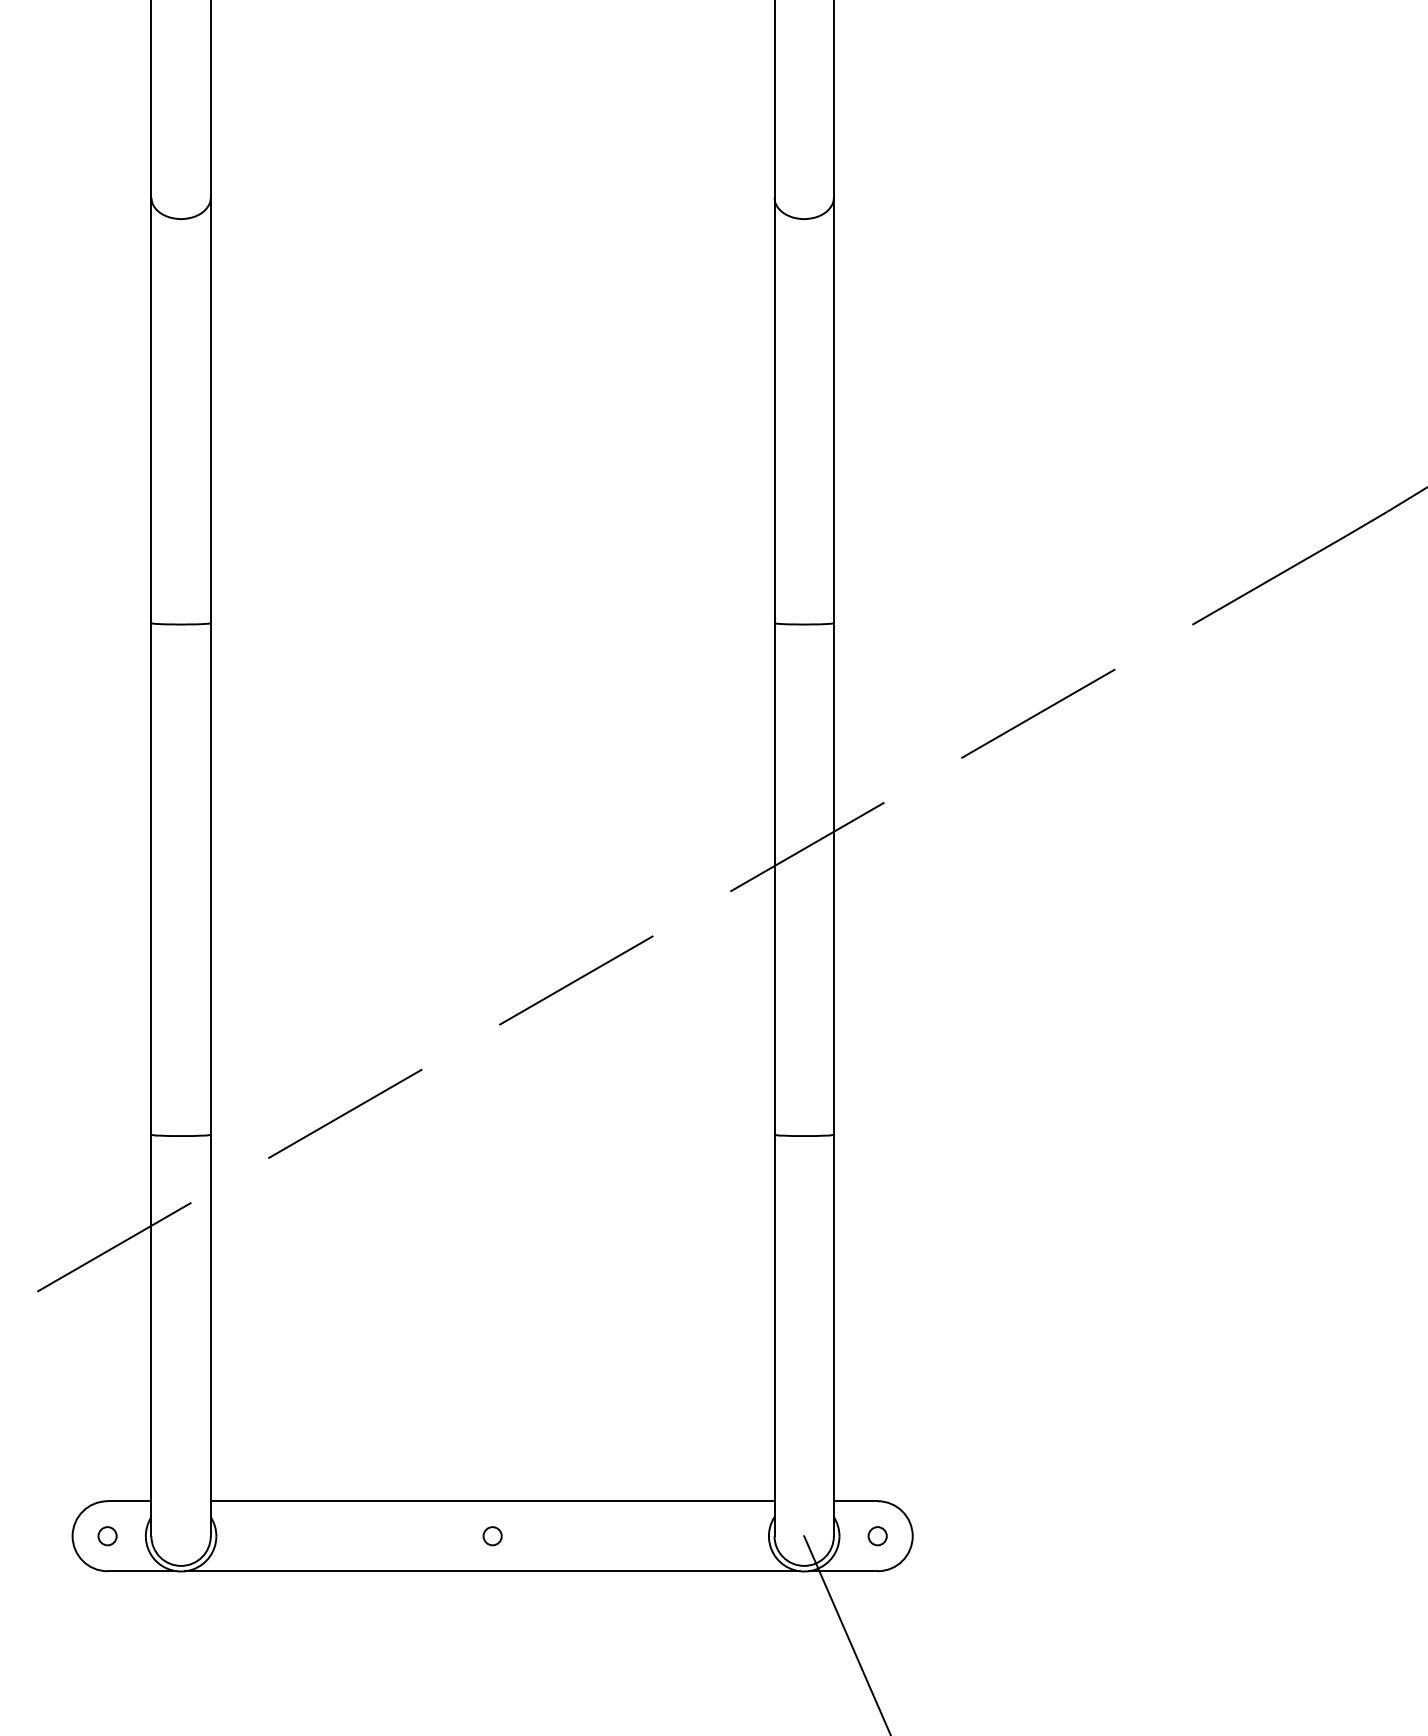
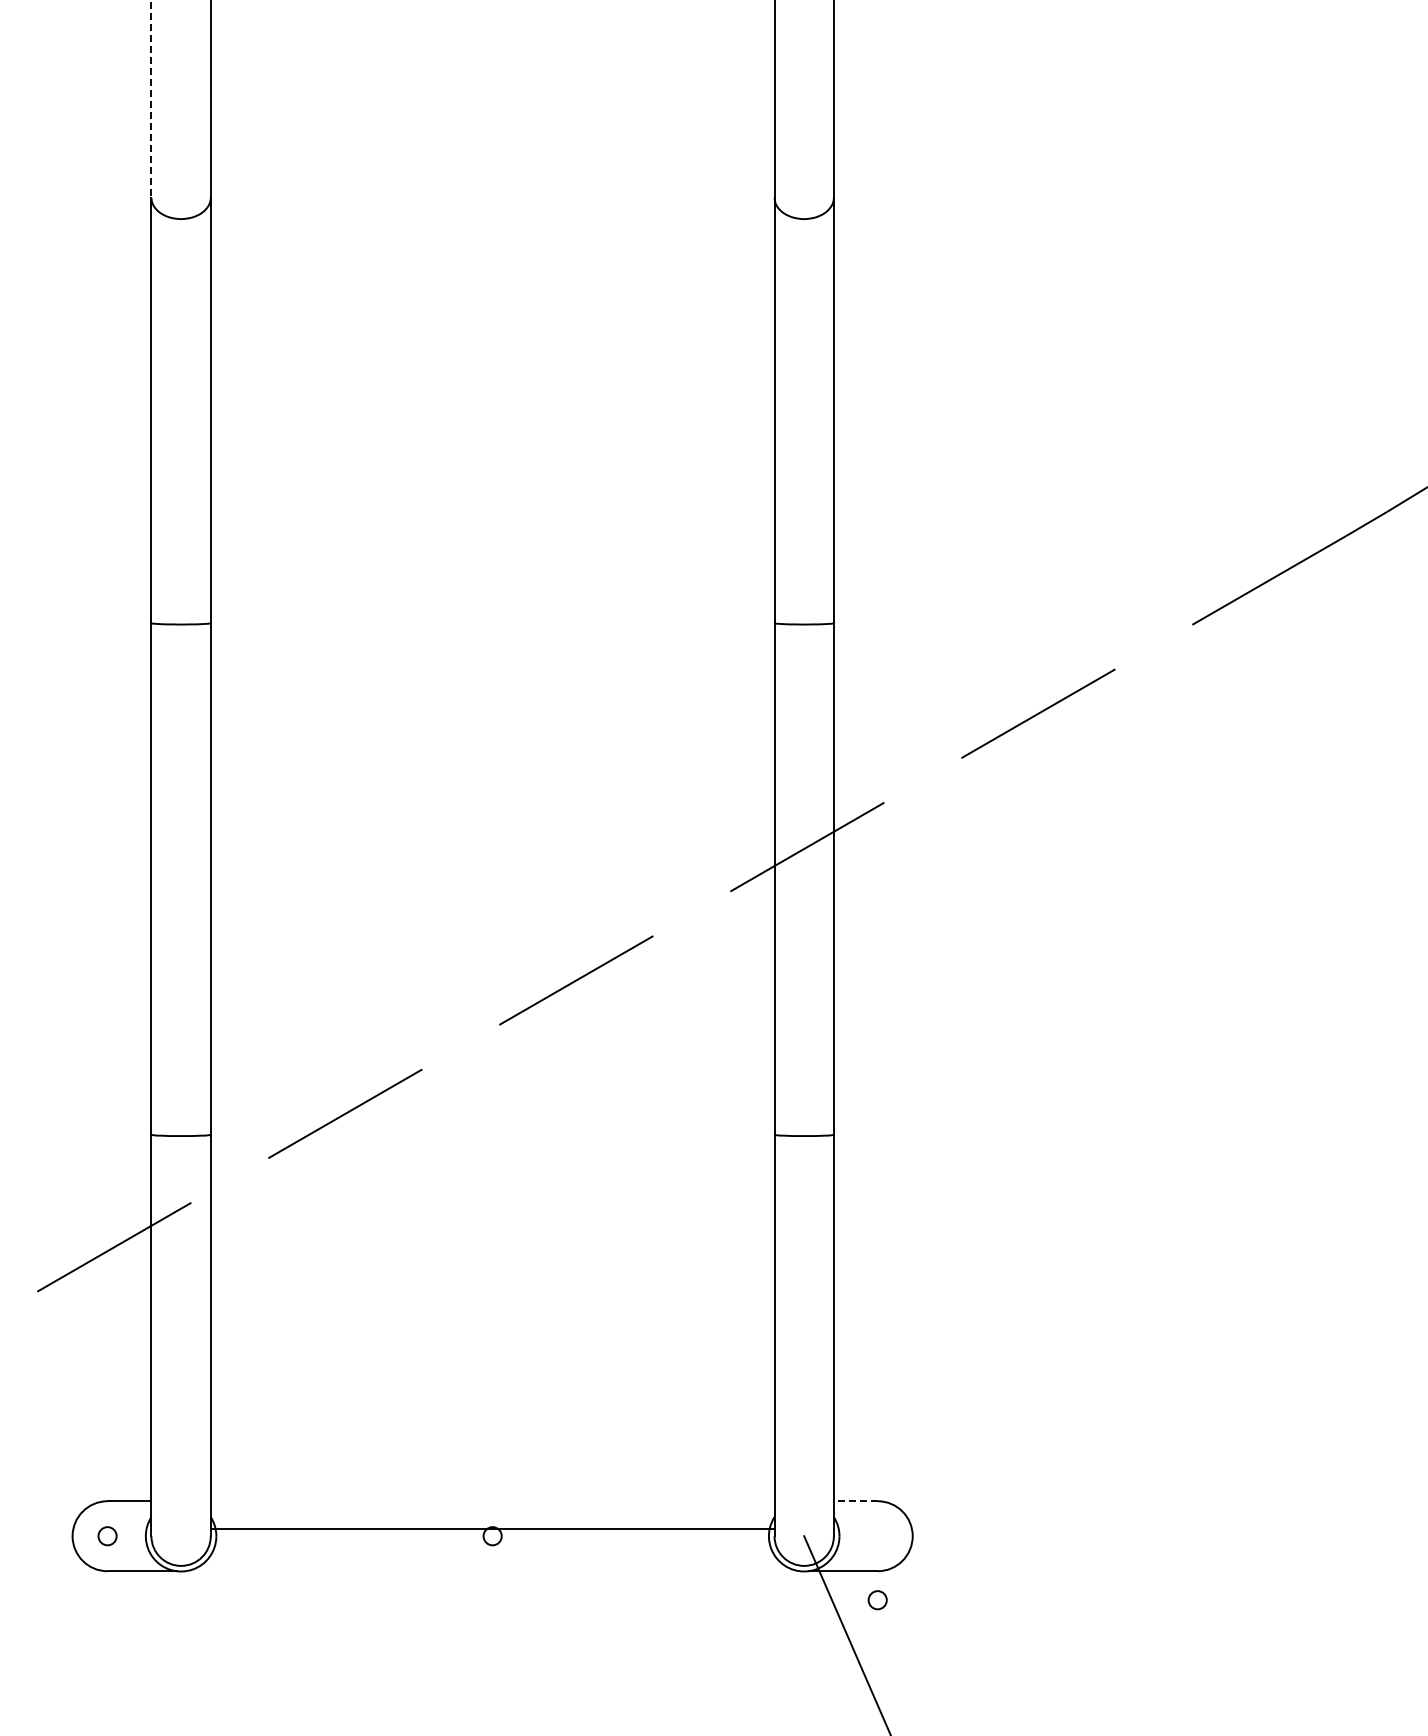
line at (151, 99): solid -> dashed
line at (492, 1501) position: (492, 1501) -> (492, 1529)
line at (855, 1501): solid -> dashed
circle at (877, 1536) position: (877, 1536) -> (877, 1600)
line at (492, 1571): present -> none
